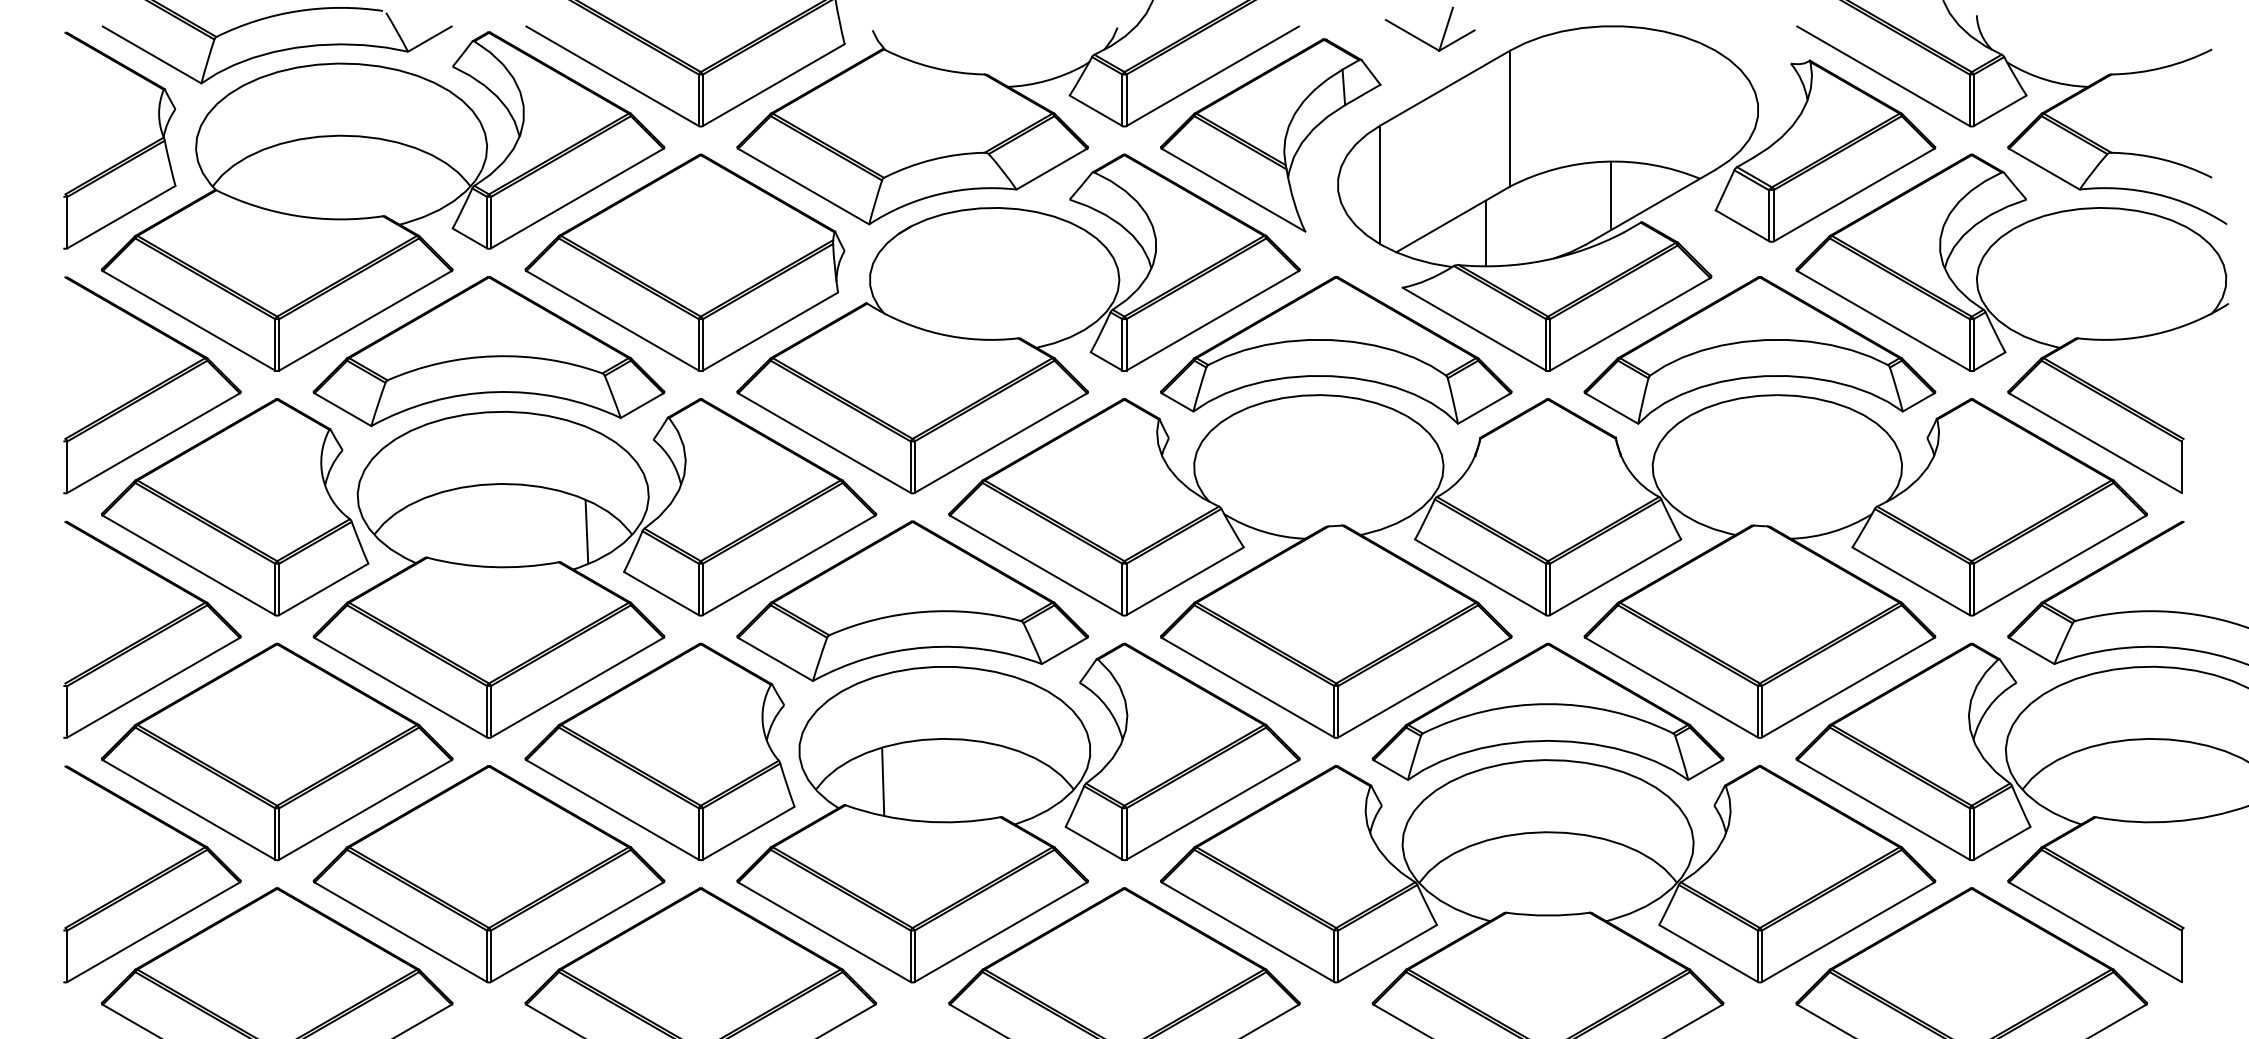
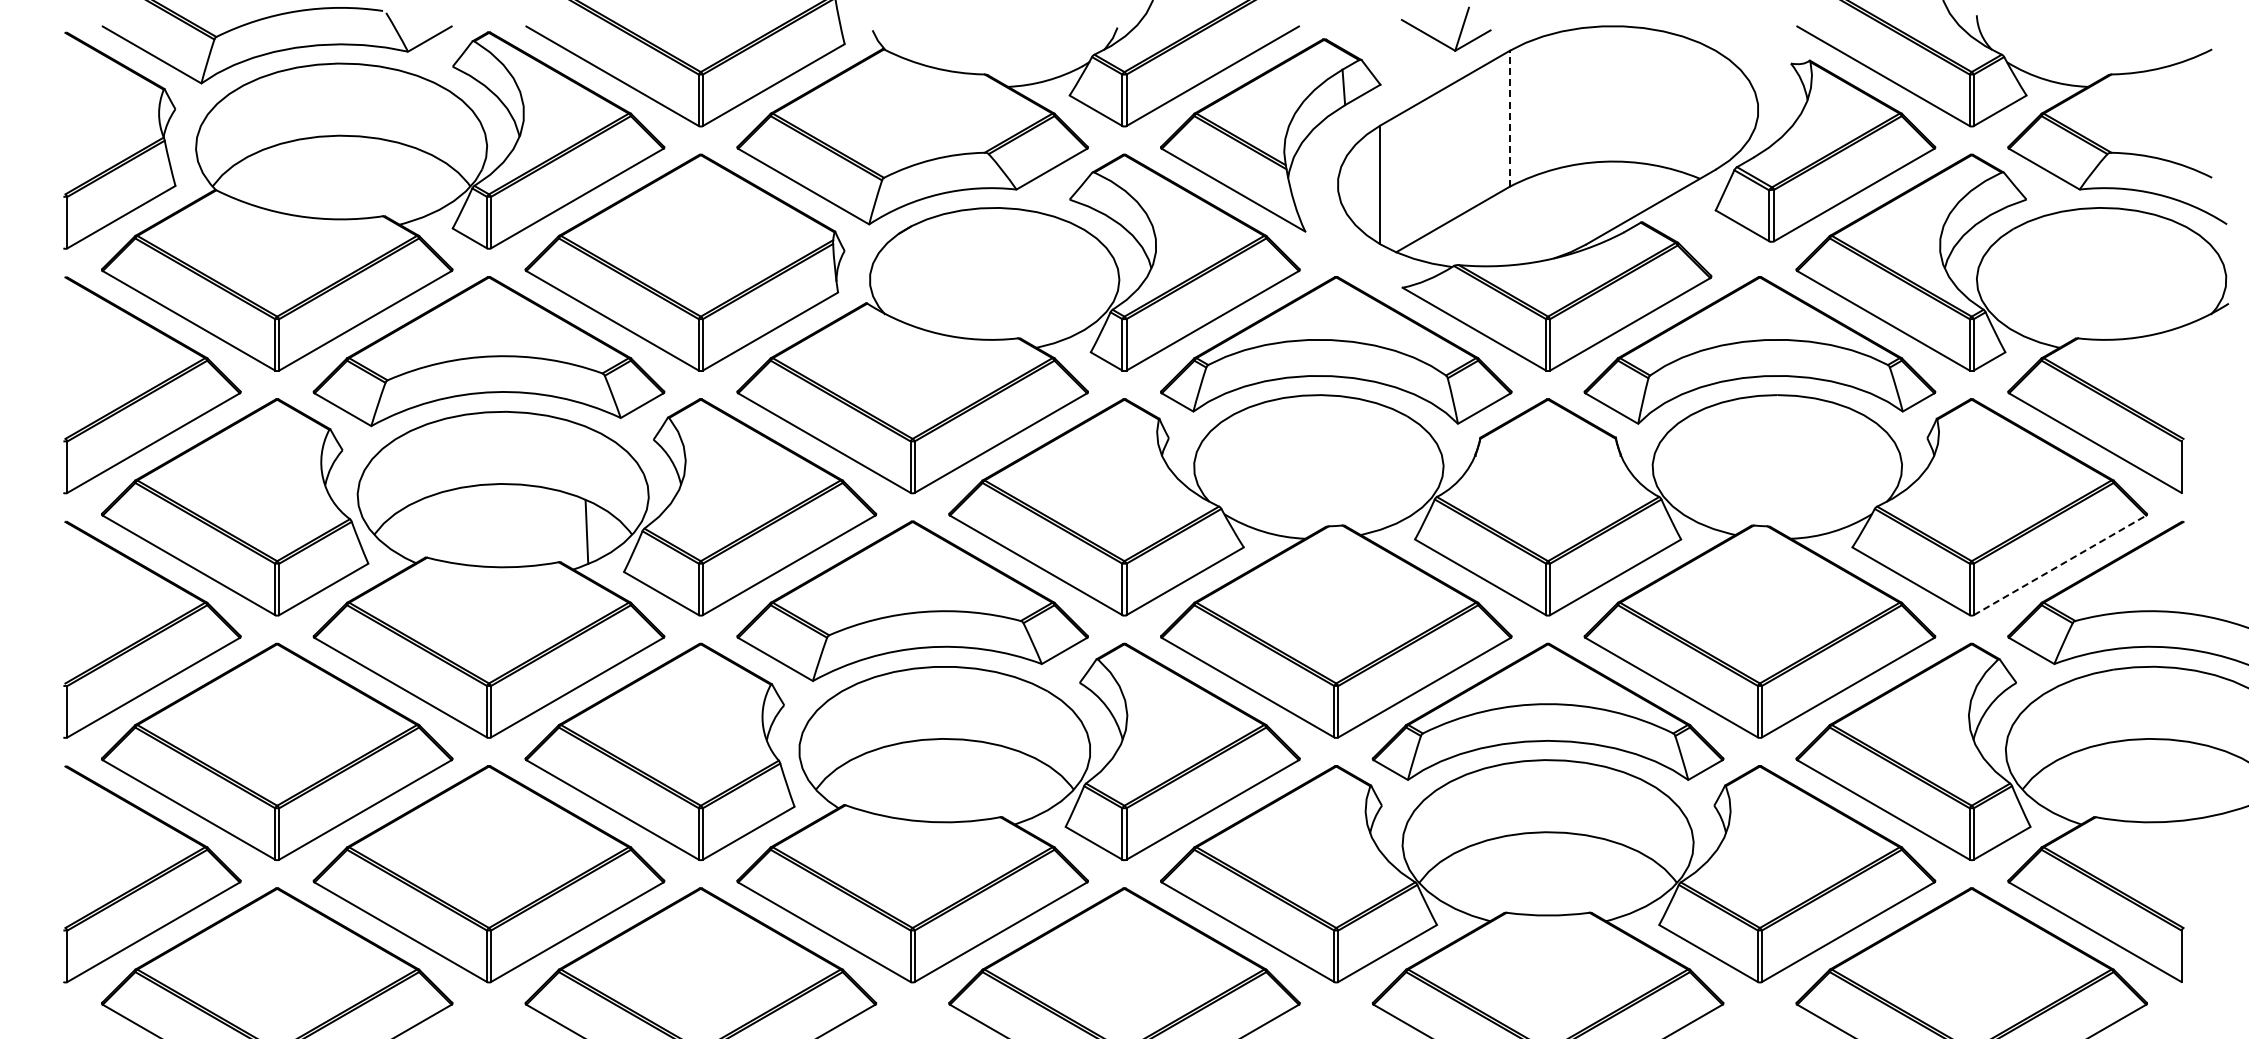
part at (1423, 40) position: (1423, 40) -> (1439, 40)
line at (1509, 118): solid -> dashed
line at (1610, 196): present -> none
line at (1485, 232): present -> none
line at (2060, 565): solid -> dashed
line at (883, 781): present -> none
